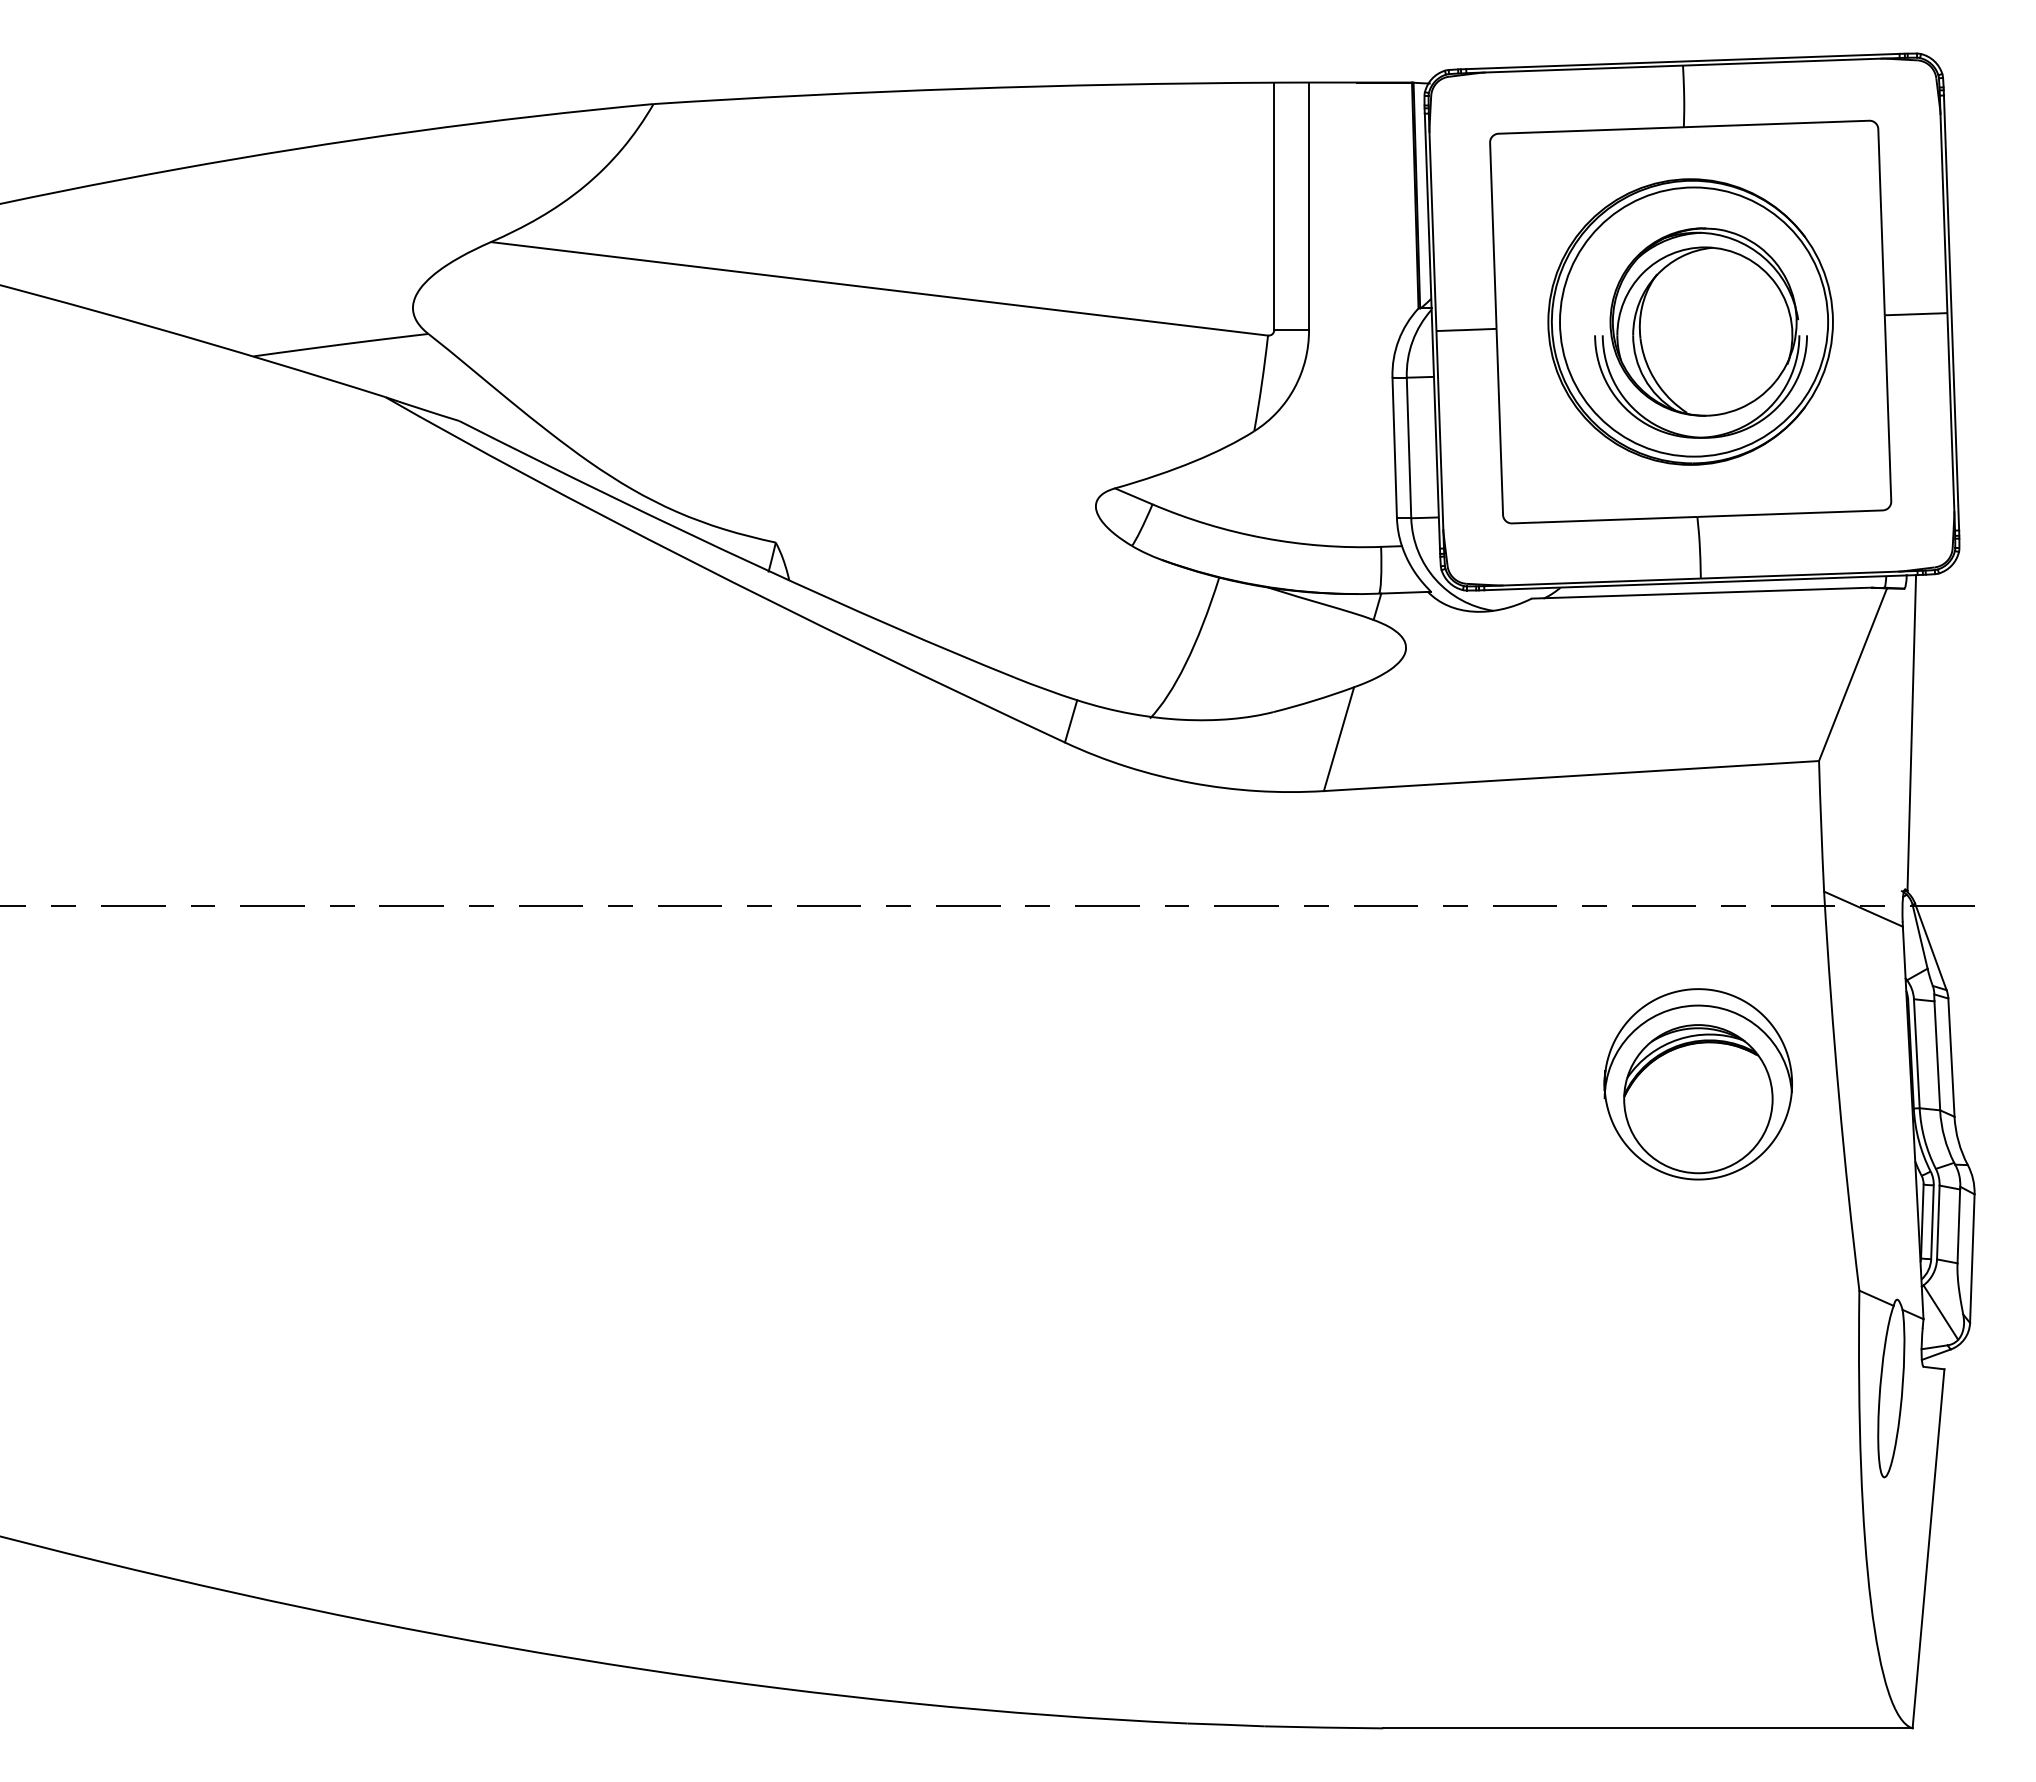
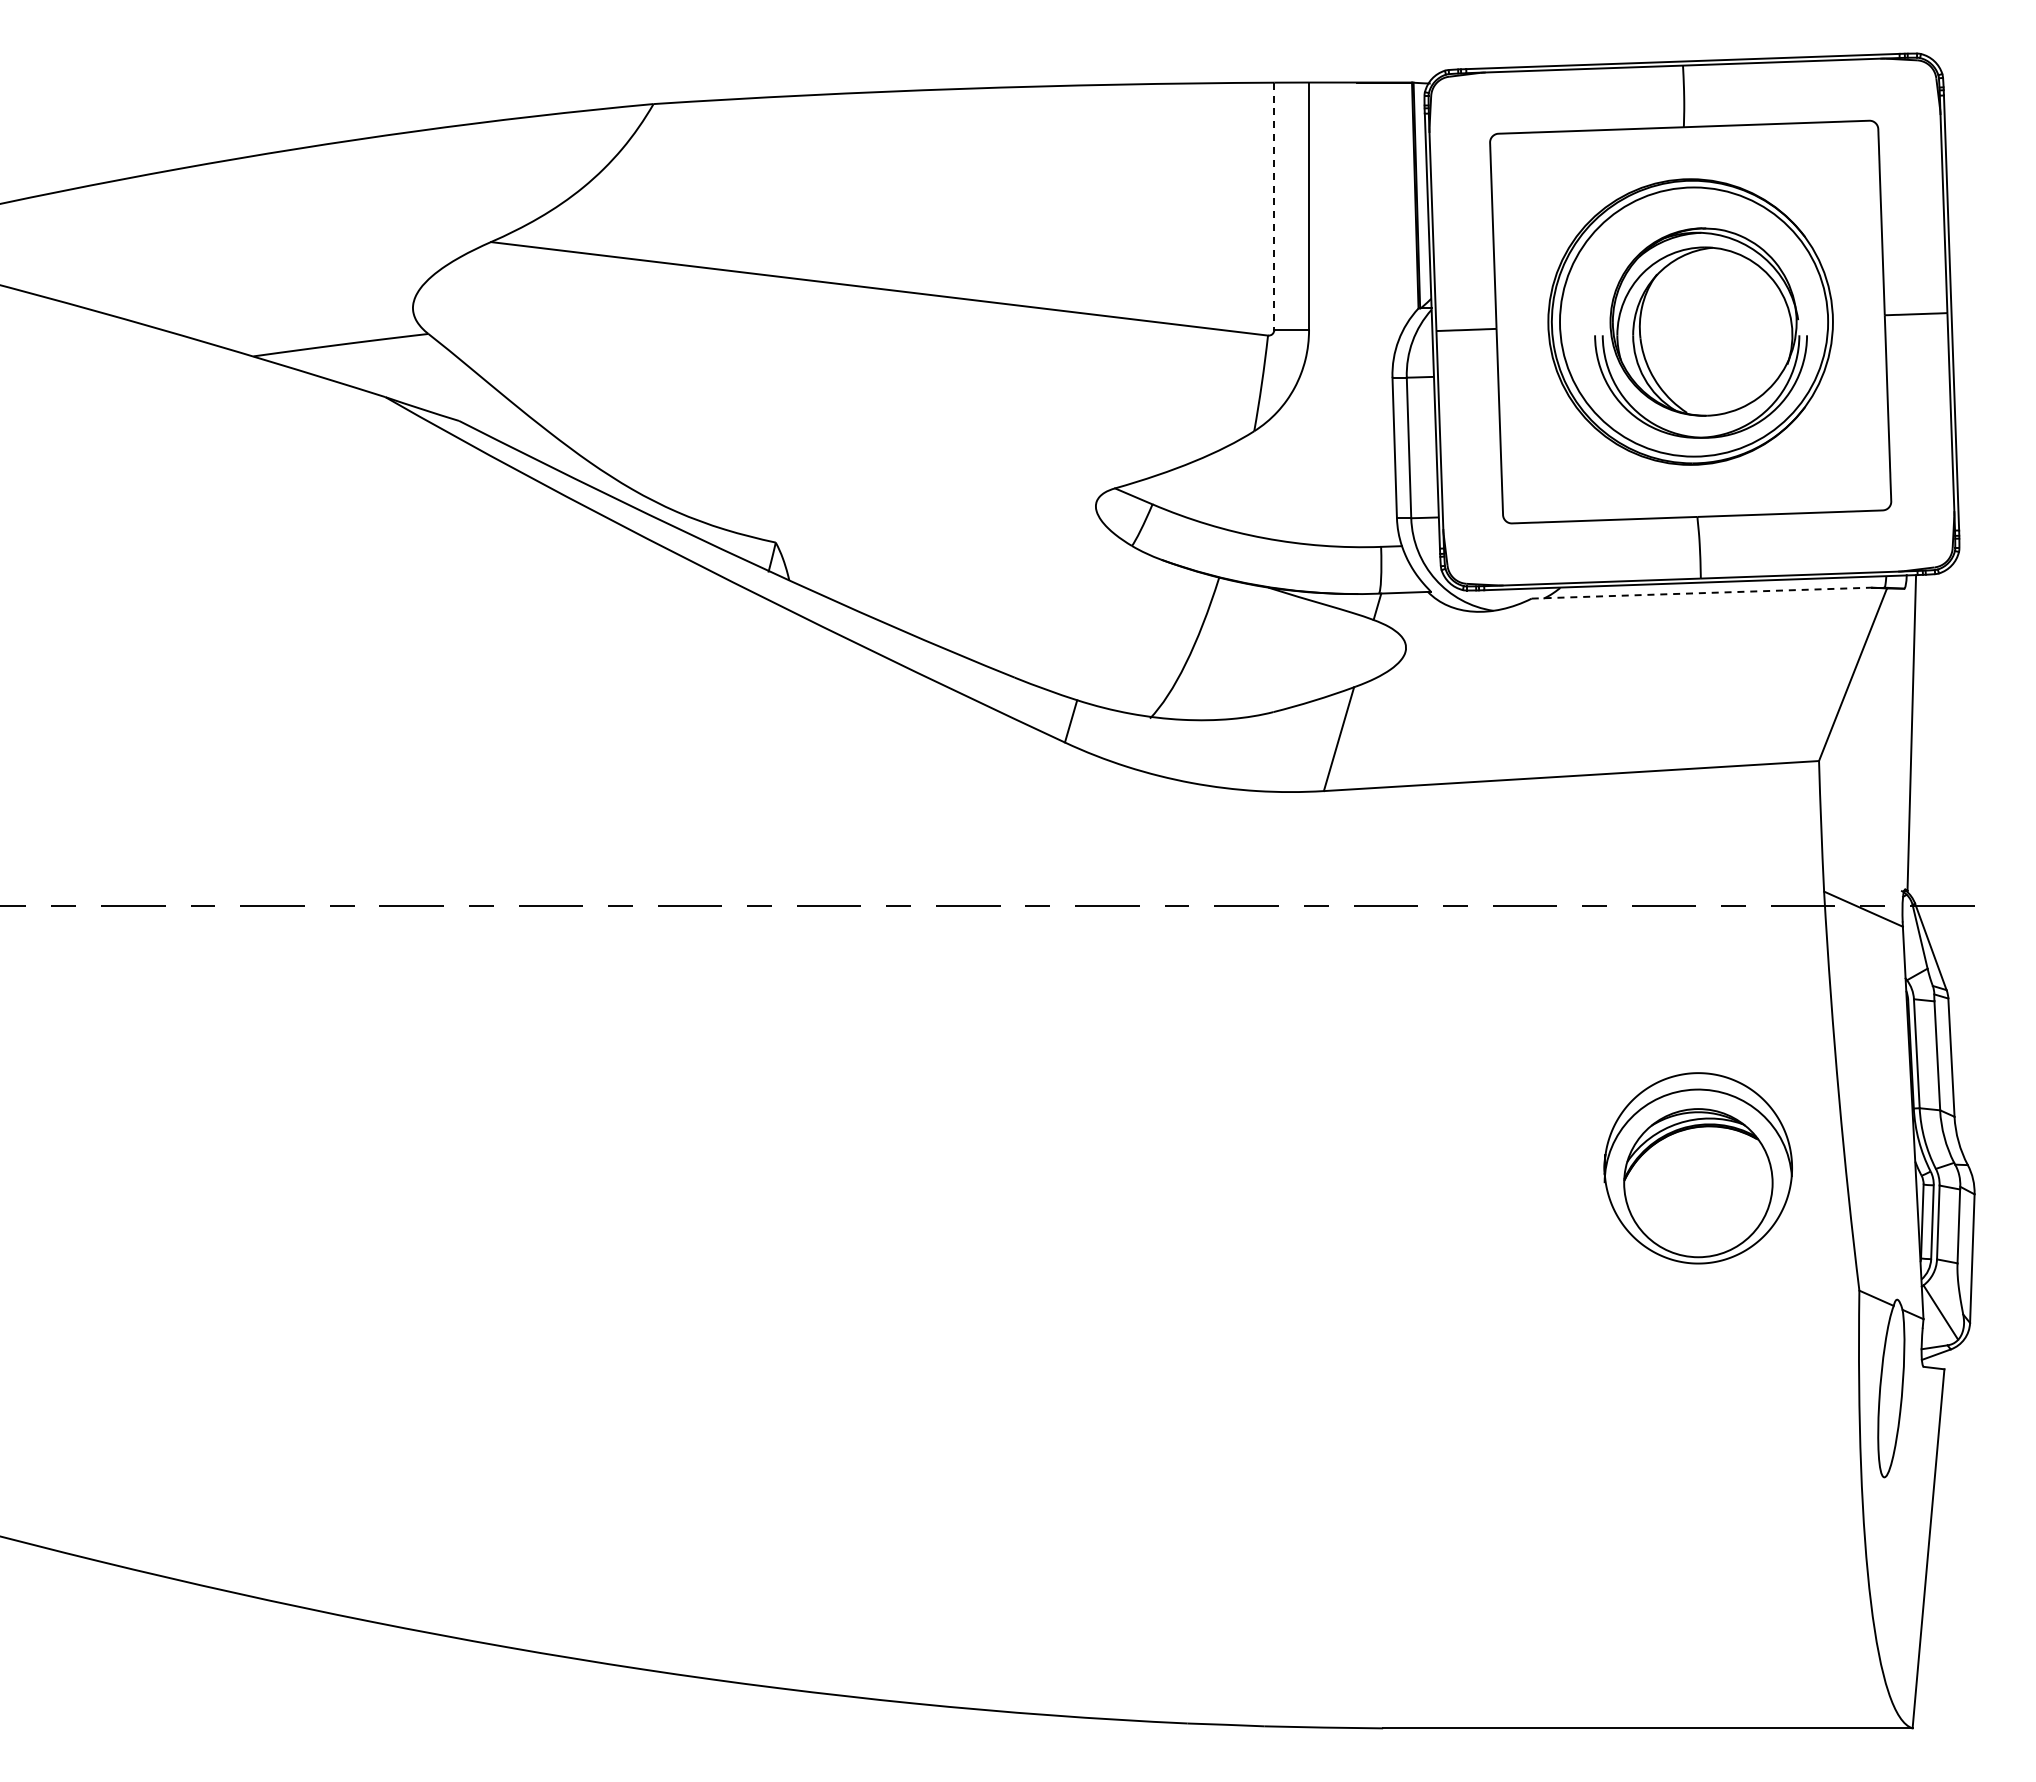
line at (1274, 206): solid -> dashed
line at (1702, 593): solid -> dashed
part at (1697, 1084) position: (1697, 1084) -> (1697, 1168)
